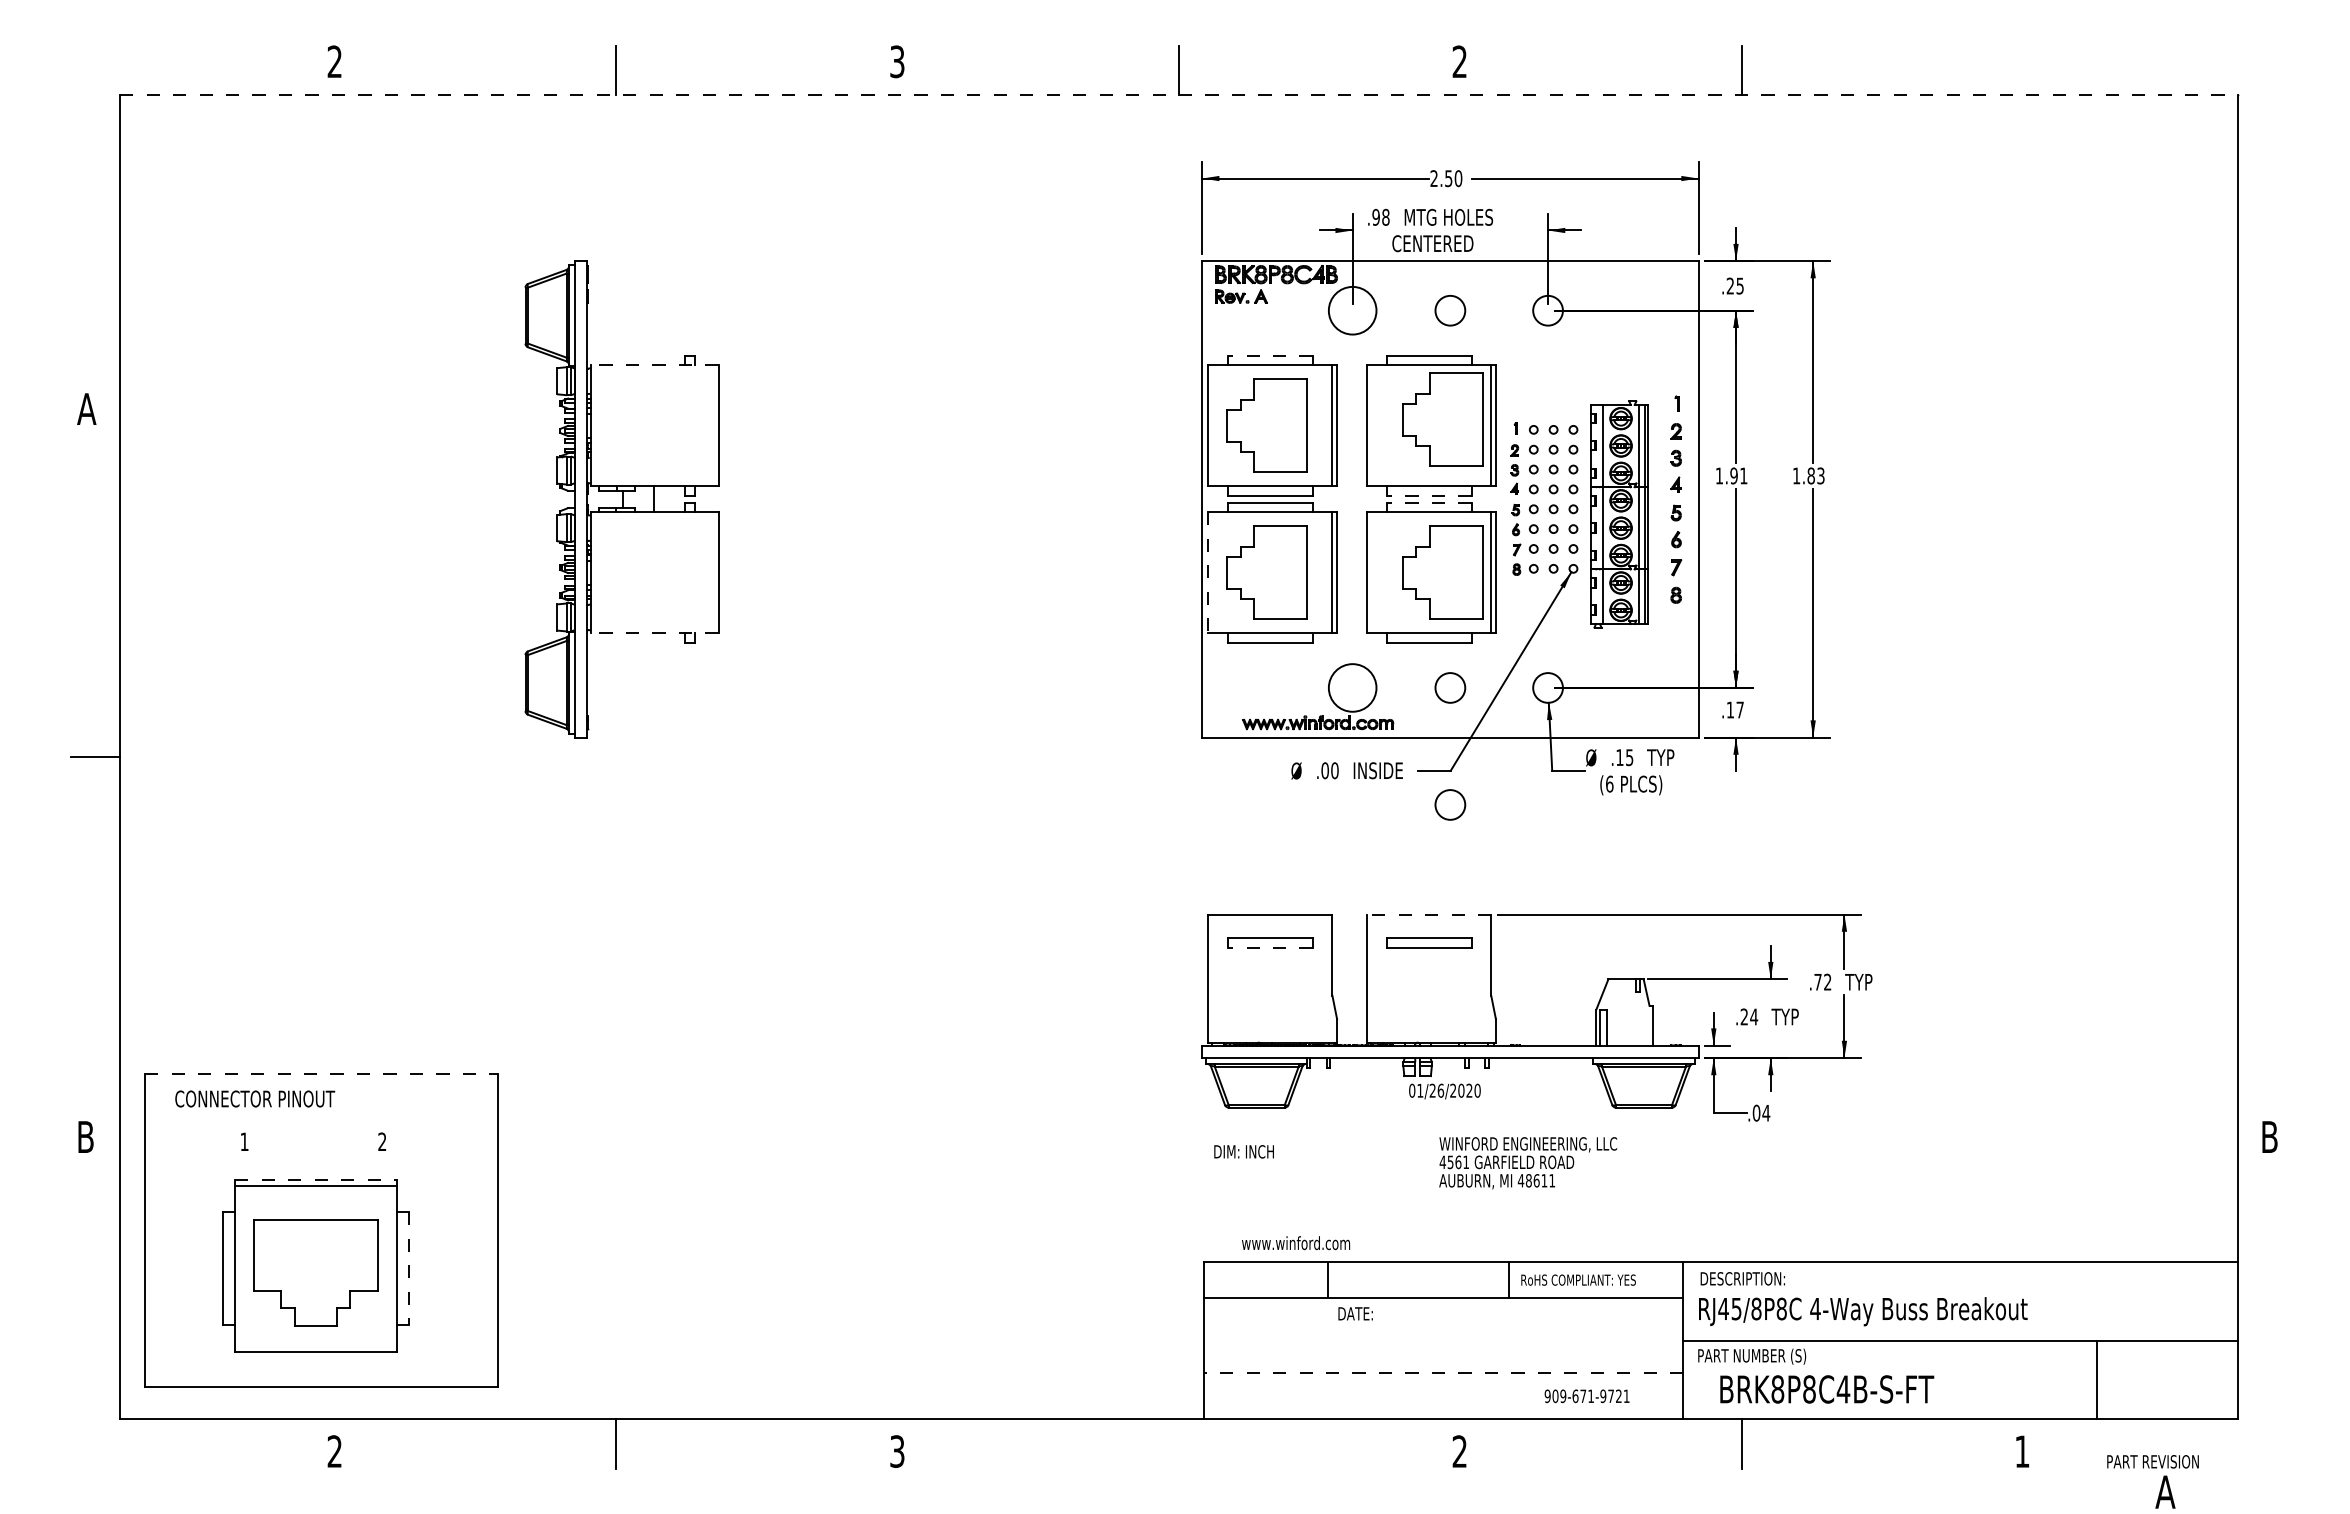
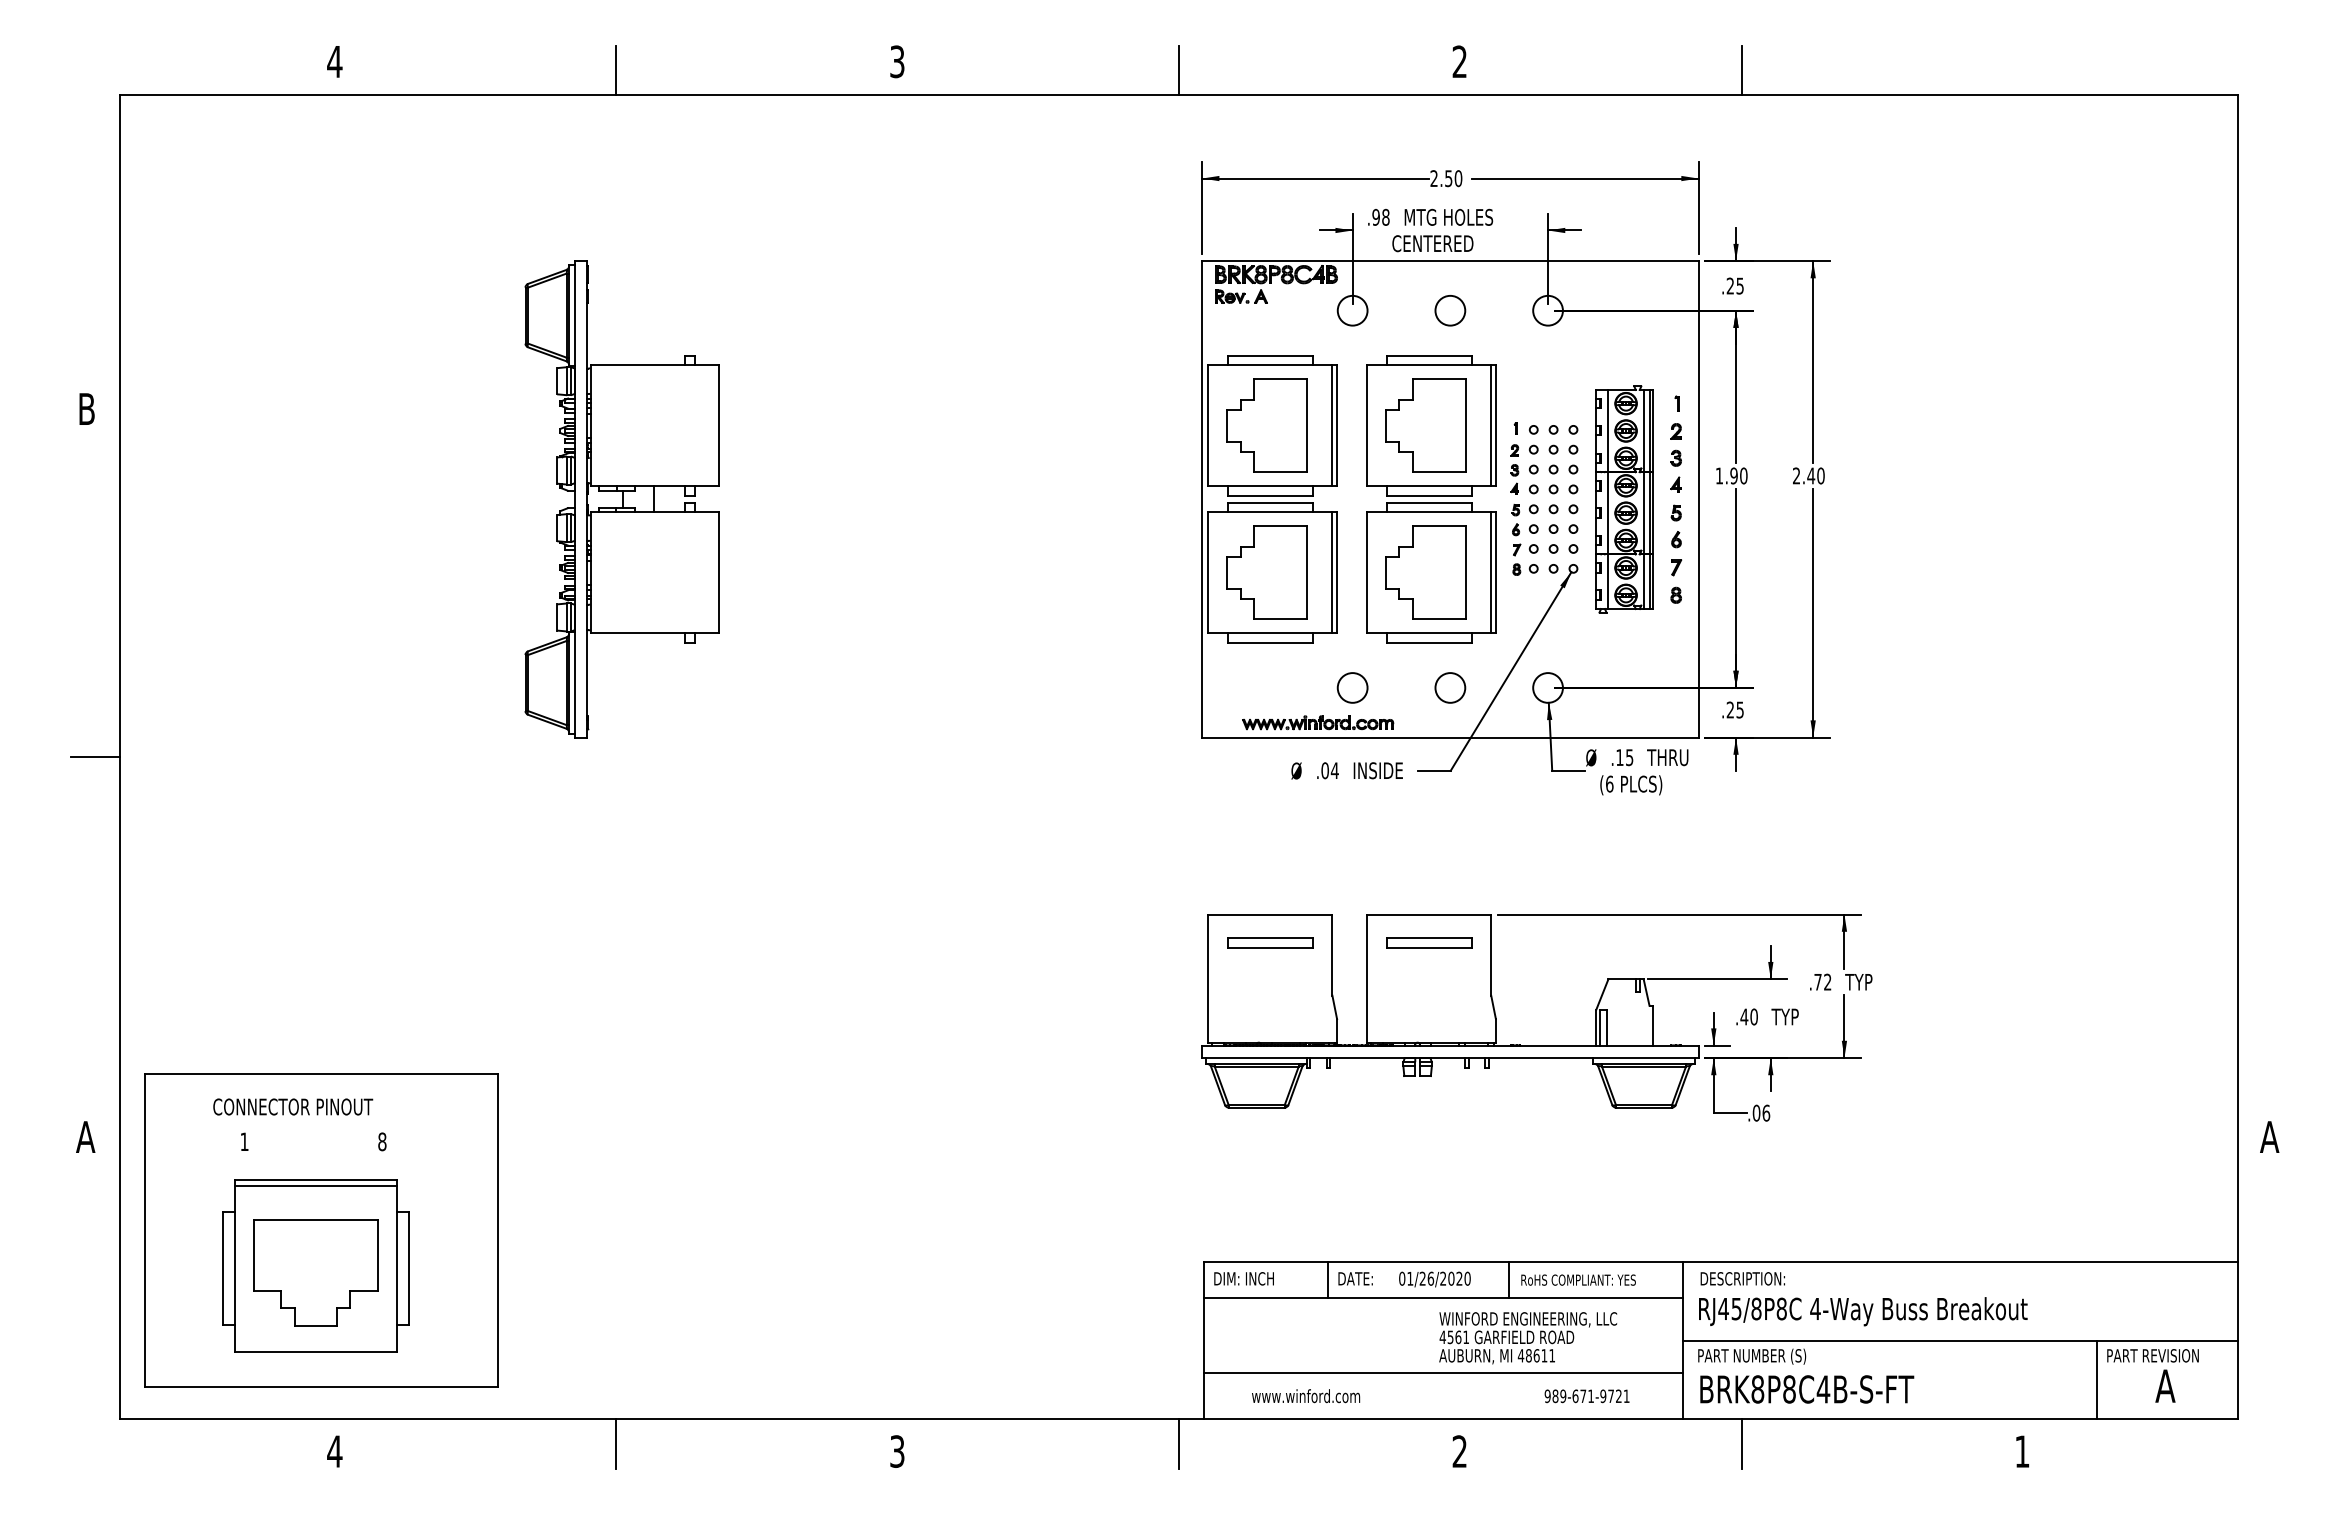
text at (334, 61): 2 -> 4
line at (1178, 95): dashed -> solid
circle at (1352, 310) diameter: 48 px -> 30 px
line at (1270, 355): dashed -> solid
line at (654, 365): dashed -> solid
text at (86, 408): A -> B
part at (1442, 419) position: (1442, 419) -> (1425, 425)
text at (1743, 475): 1.91 -> 1.90
text at (1808, 475): 1.83 -> 2.40
line at (1429, 495): dashed -> solid
line at (1429, 502): dashed -> solid
part at (1619, 514) position: (1619, 514) -> (1624, 499)
line at (1208, 572): dashed -> solid
part at (1442, 572) position: (1442, 572) -> (1425, 572)
line at (654, 633): dashed -> solid
circle at (1352, 687) diameter: 48 px -> 30 px
text at (1734, 709): .17 -> .25
text at (1672, 757): TYP -> THRU
text at (1334, 770): .00 -> .04
circle at (1450, 804): present -> none
line at (1428, 914): dashed -> solid
line at (1270, 948): dashed -> solid
text at (1749, 1016): .24 -> .40
line at (321, 1074): dashed -> solid
text at (1444, 1091) position: (1444, 1091) -> (1434, 1279)
text at (255, 1098) position: (255, 1098) -> (293, 1106)
text at (1766, 1112): .04 -> .06
text at (85, 1136): B -> A
text at (2269, 1136): B -> A
text at (382, 1141): 2 -> 8
text at (1243, 1151) position: (1243, 1151) -> (1243, 1278)
text at (1528, 1163) position: (1528, 1163) -> (1528, 1338)
line at (315, 1179): dashed -> solid
text at (1296, 1243) position: (1296, 1243) -> (1306, 1396)
line at (409, 1268): dashed -> solid
text at (1355, 1313) position: (1355, 1313) -> (1355, 1278)
line at (1443, 1372): dashed -> solid
text at (1827, 1389) position: (1827, 1389) -> (1807, 1389)
text at (1555, 1395): 909-671-9721 -> 989-671-9721
line at (1178, 1443): none -> present
text at (334, 1451): 2 -> 4
text at (2152, 1481) position: (2152, 1481) -> (2152, 1375)
